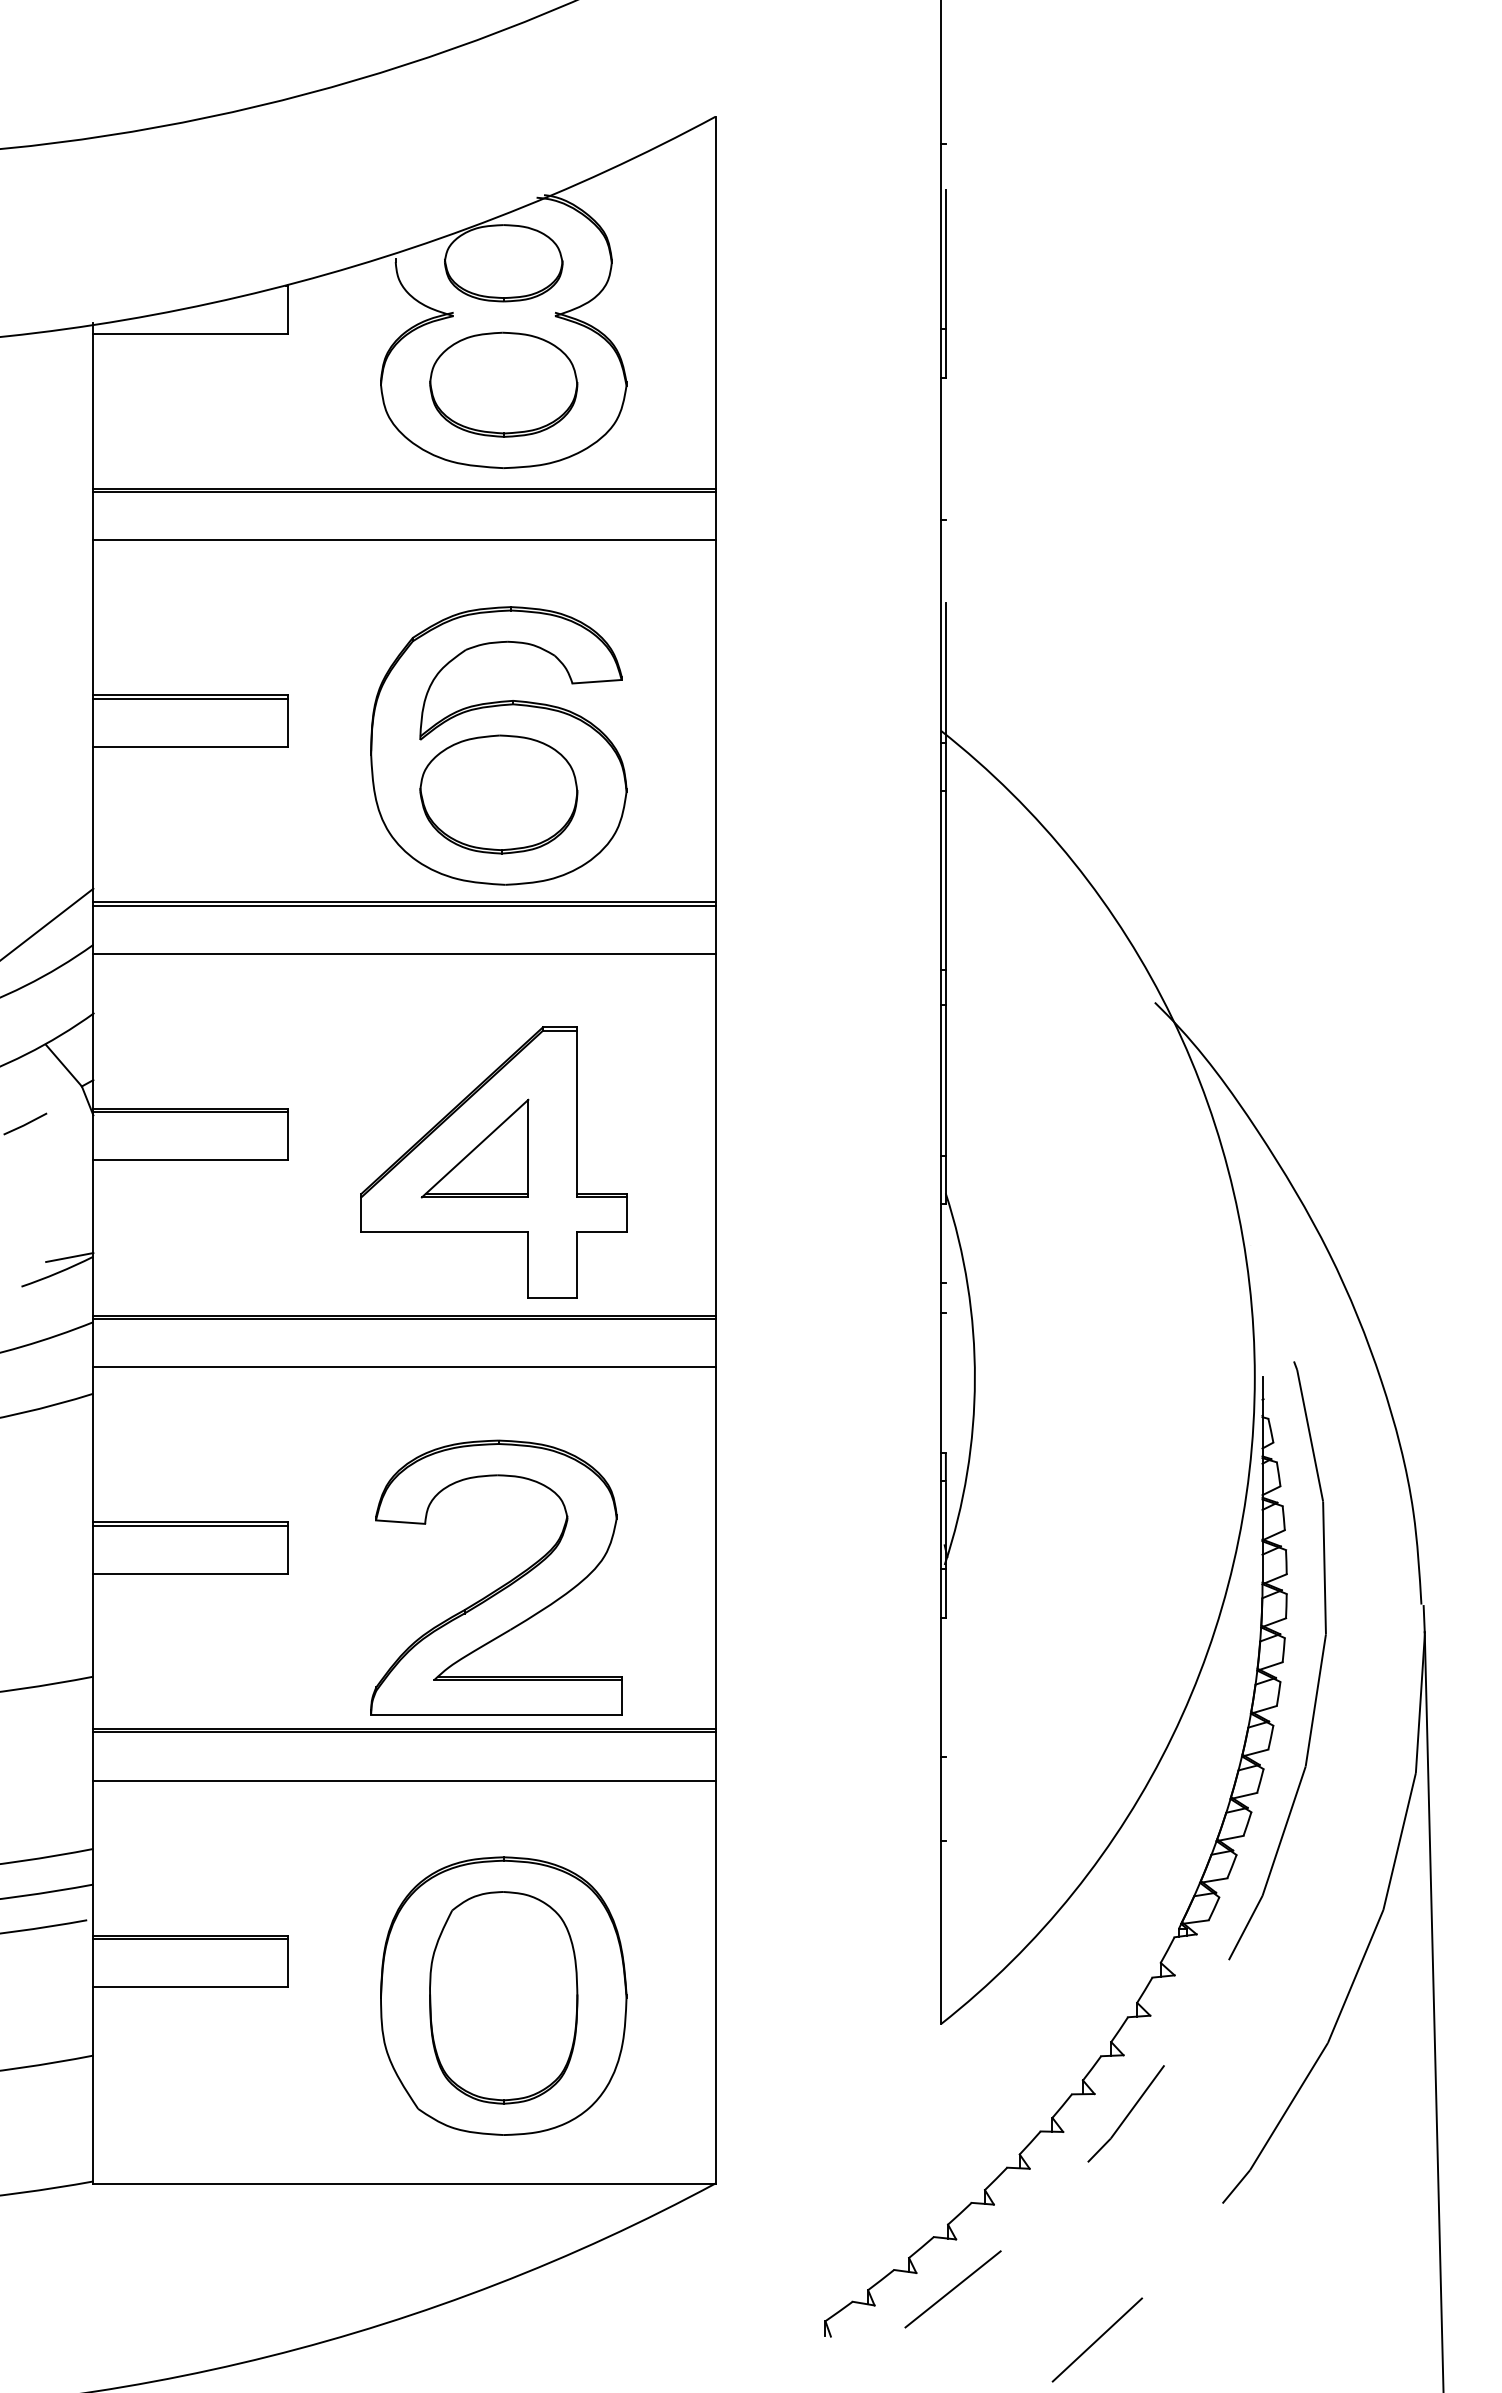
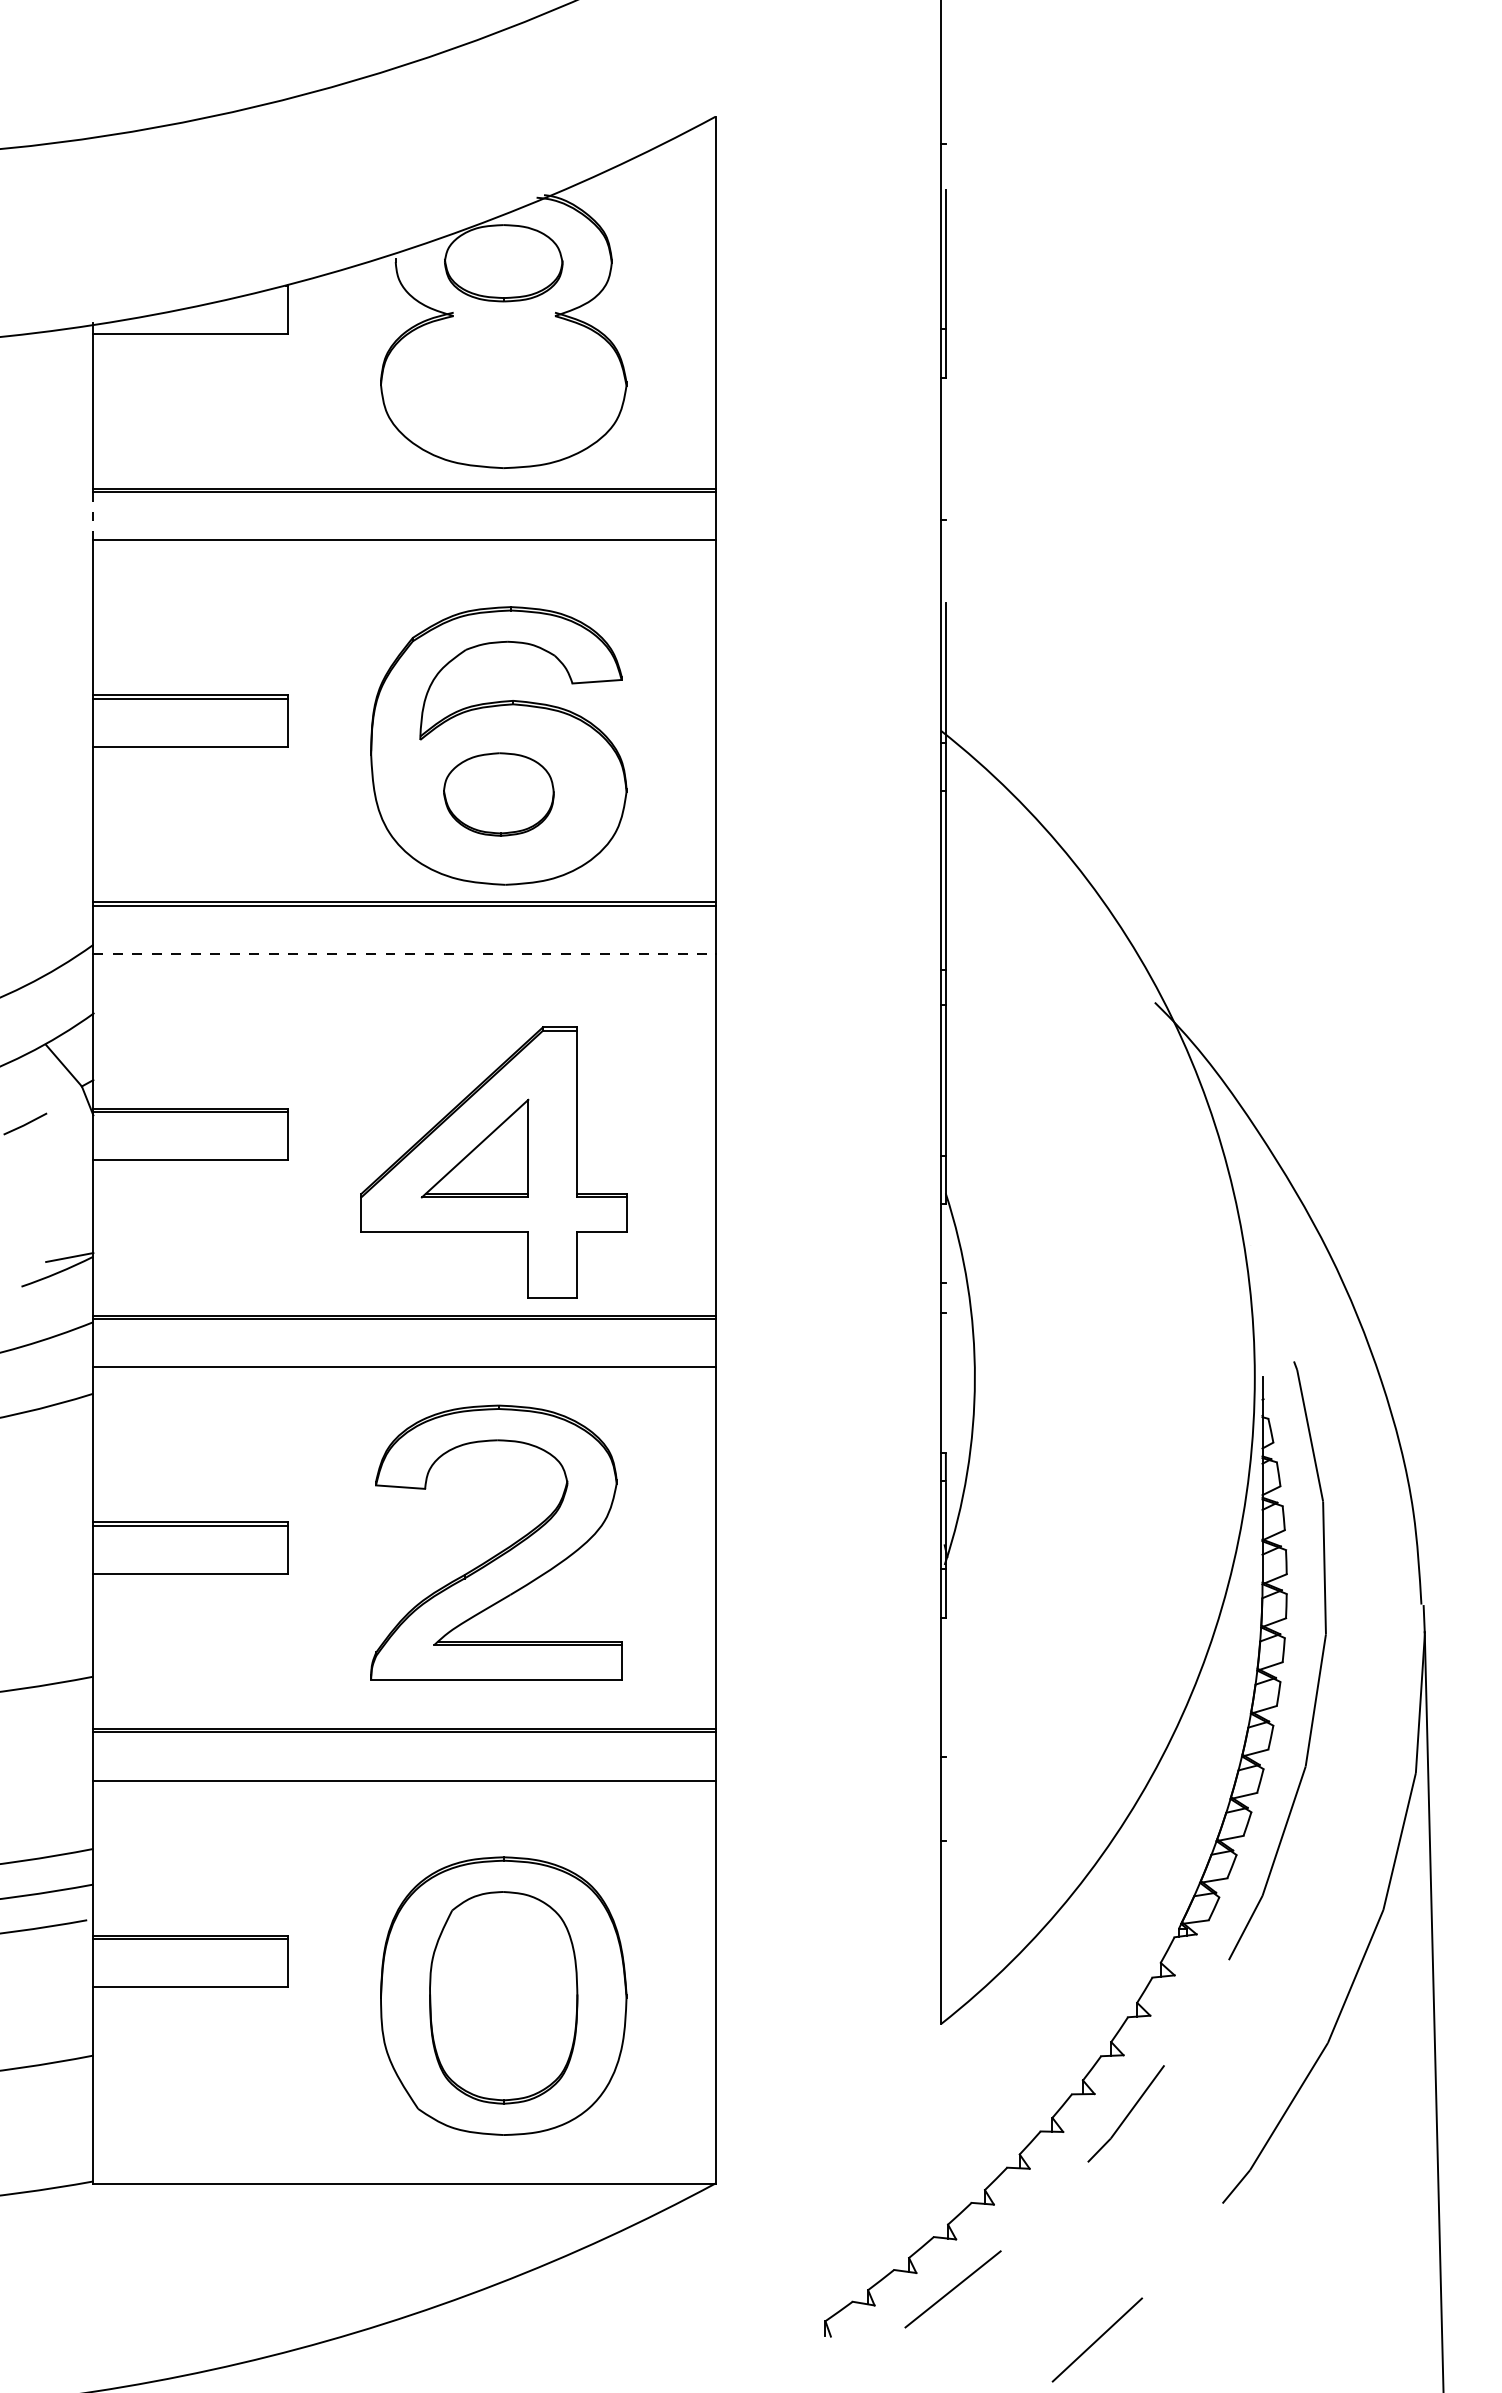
part at (503, 384): present -> none
line at (93, 516): solid -> dashed
part at (498, 794) size: 160x121 px -> 112x85 px
line at (47, 923): present -> none
line at (404, 953): solid -> dashed
part at (500, 1586) position: (500, 1586) -> (500, 1551)
